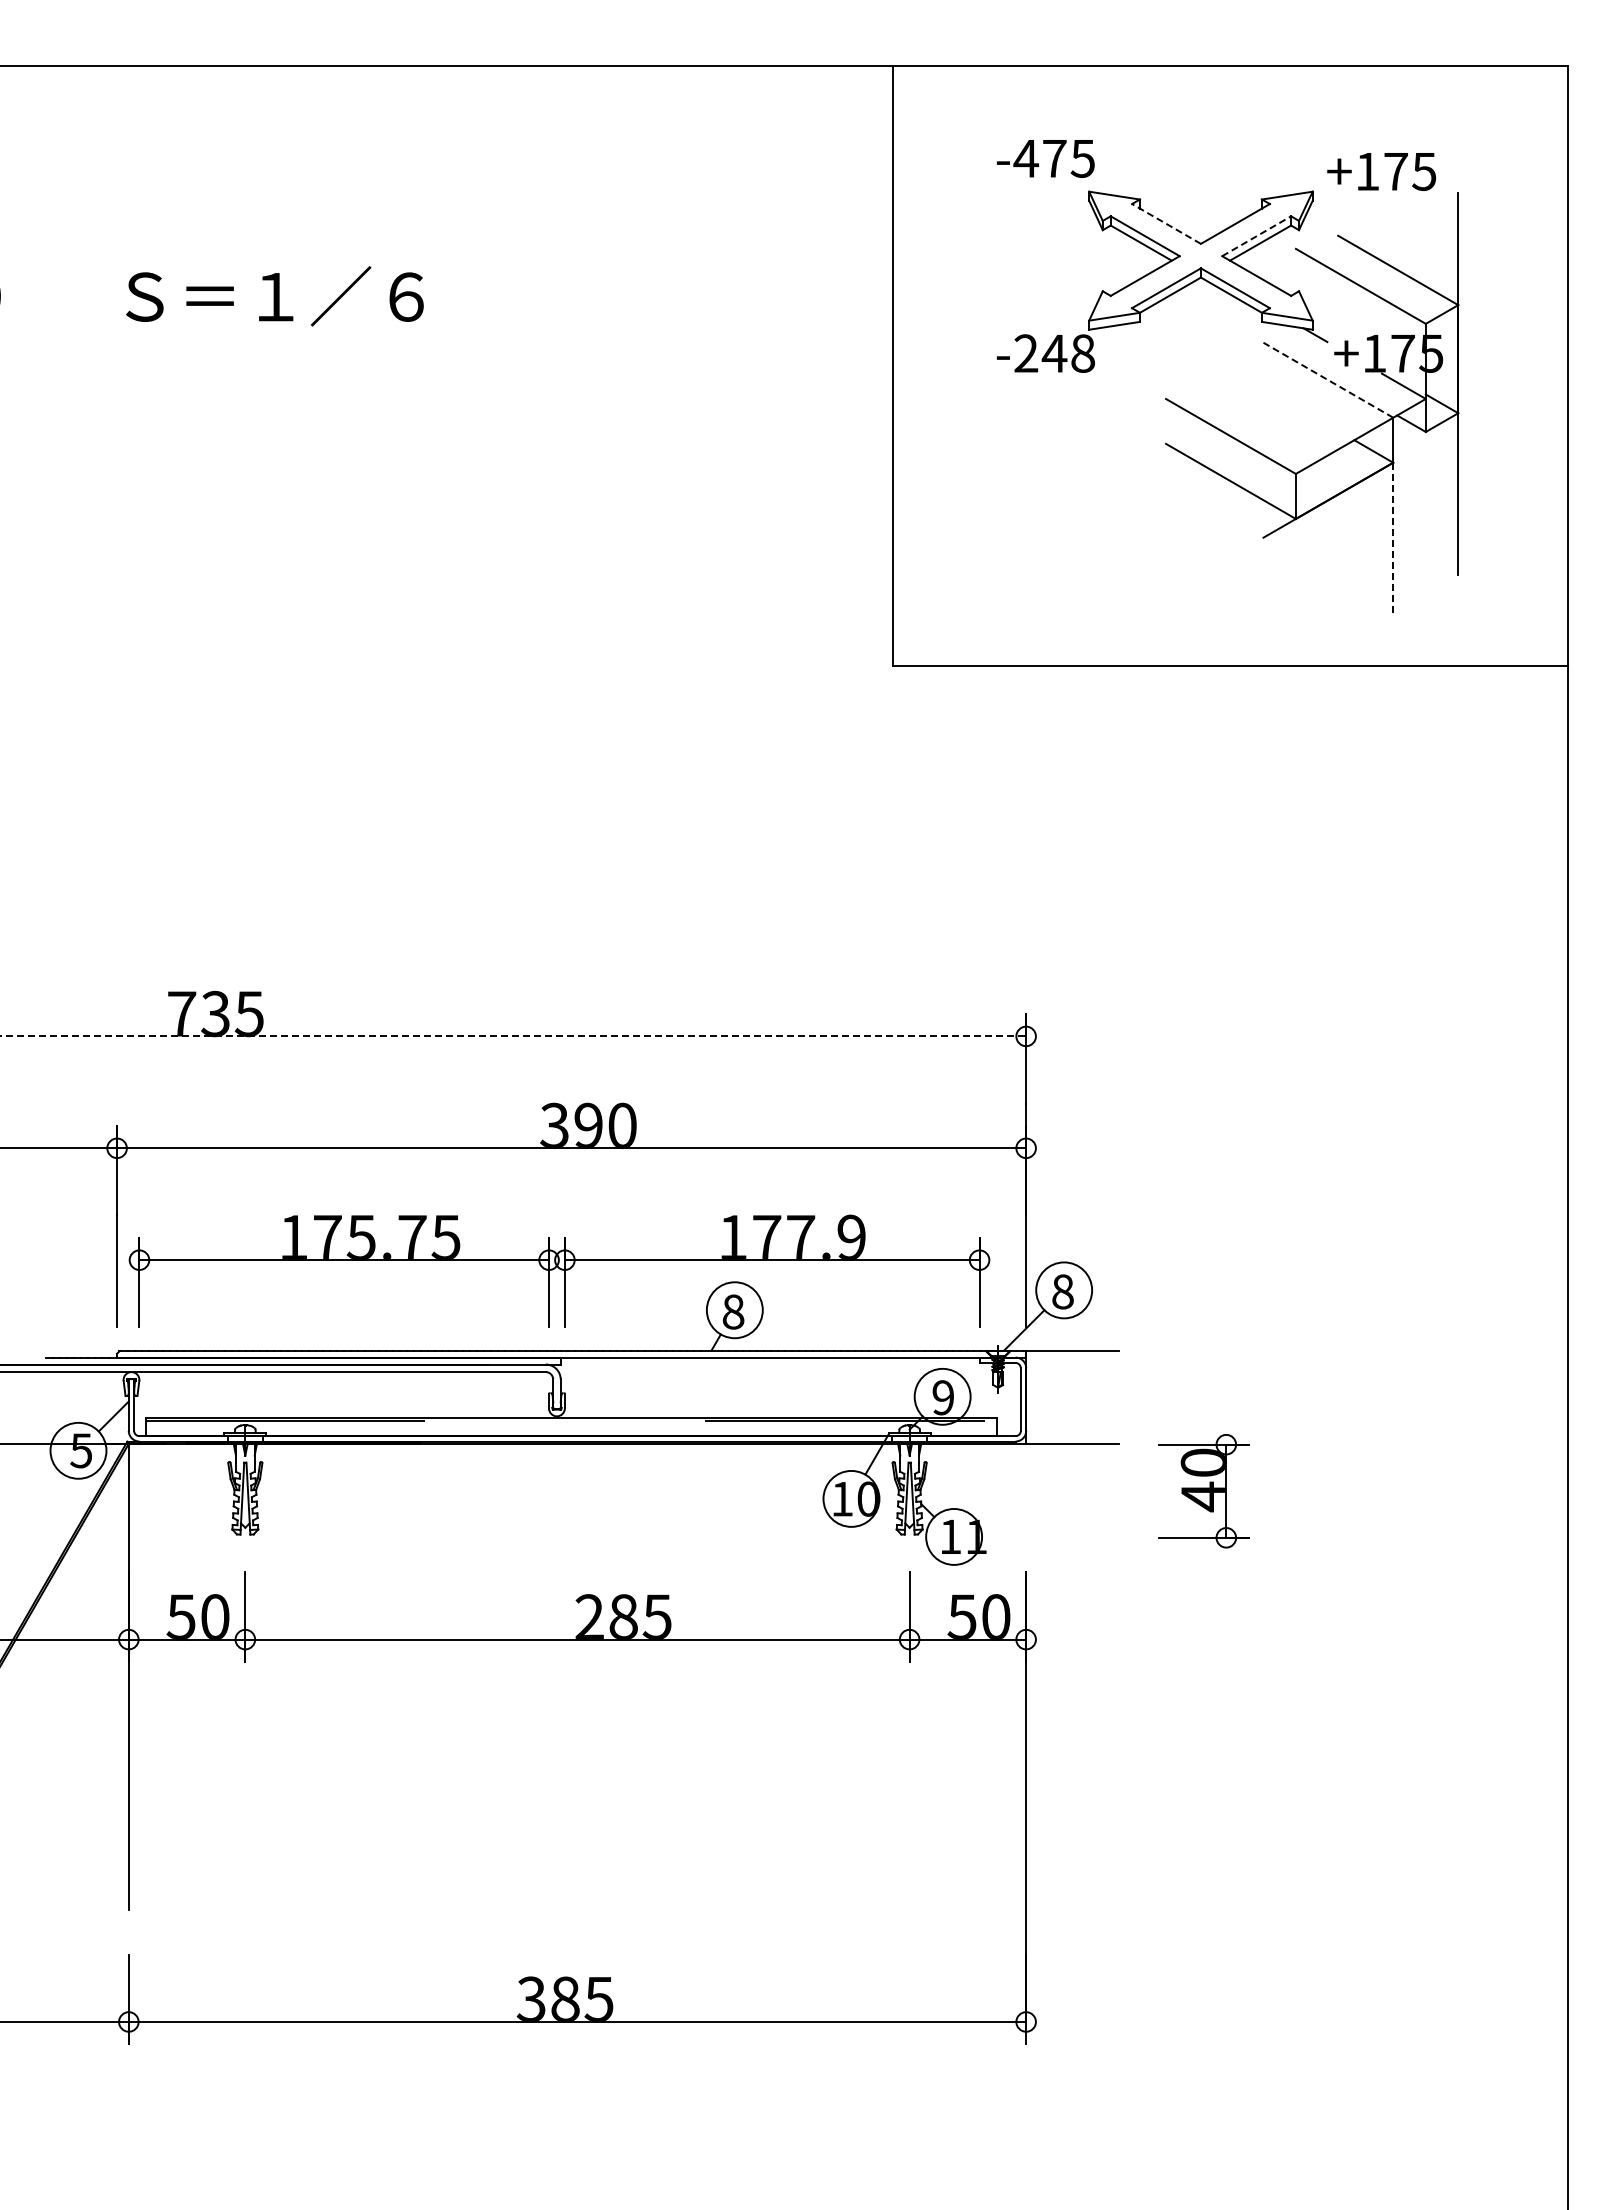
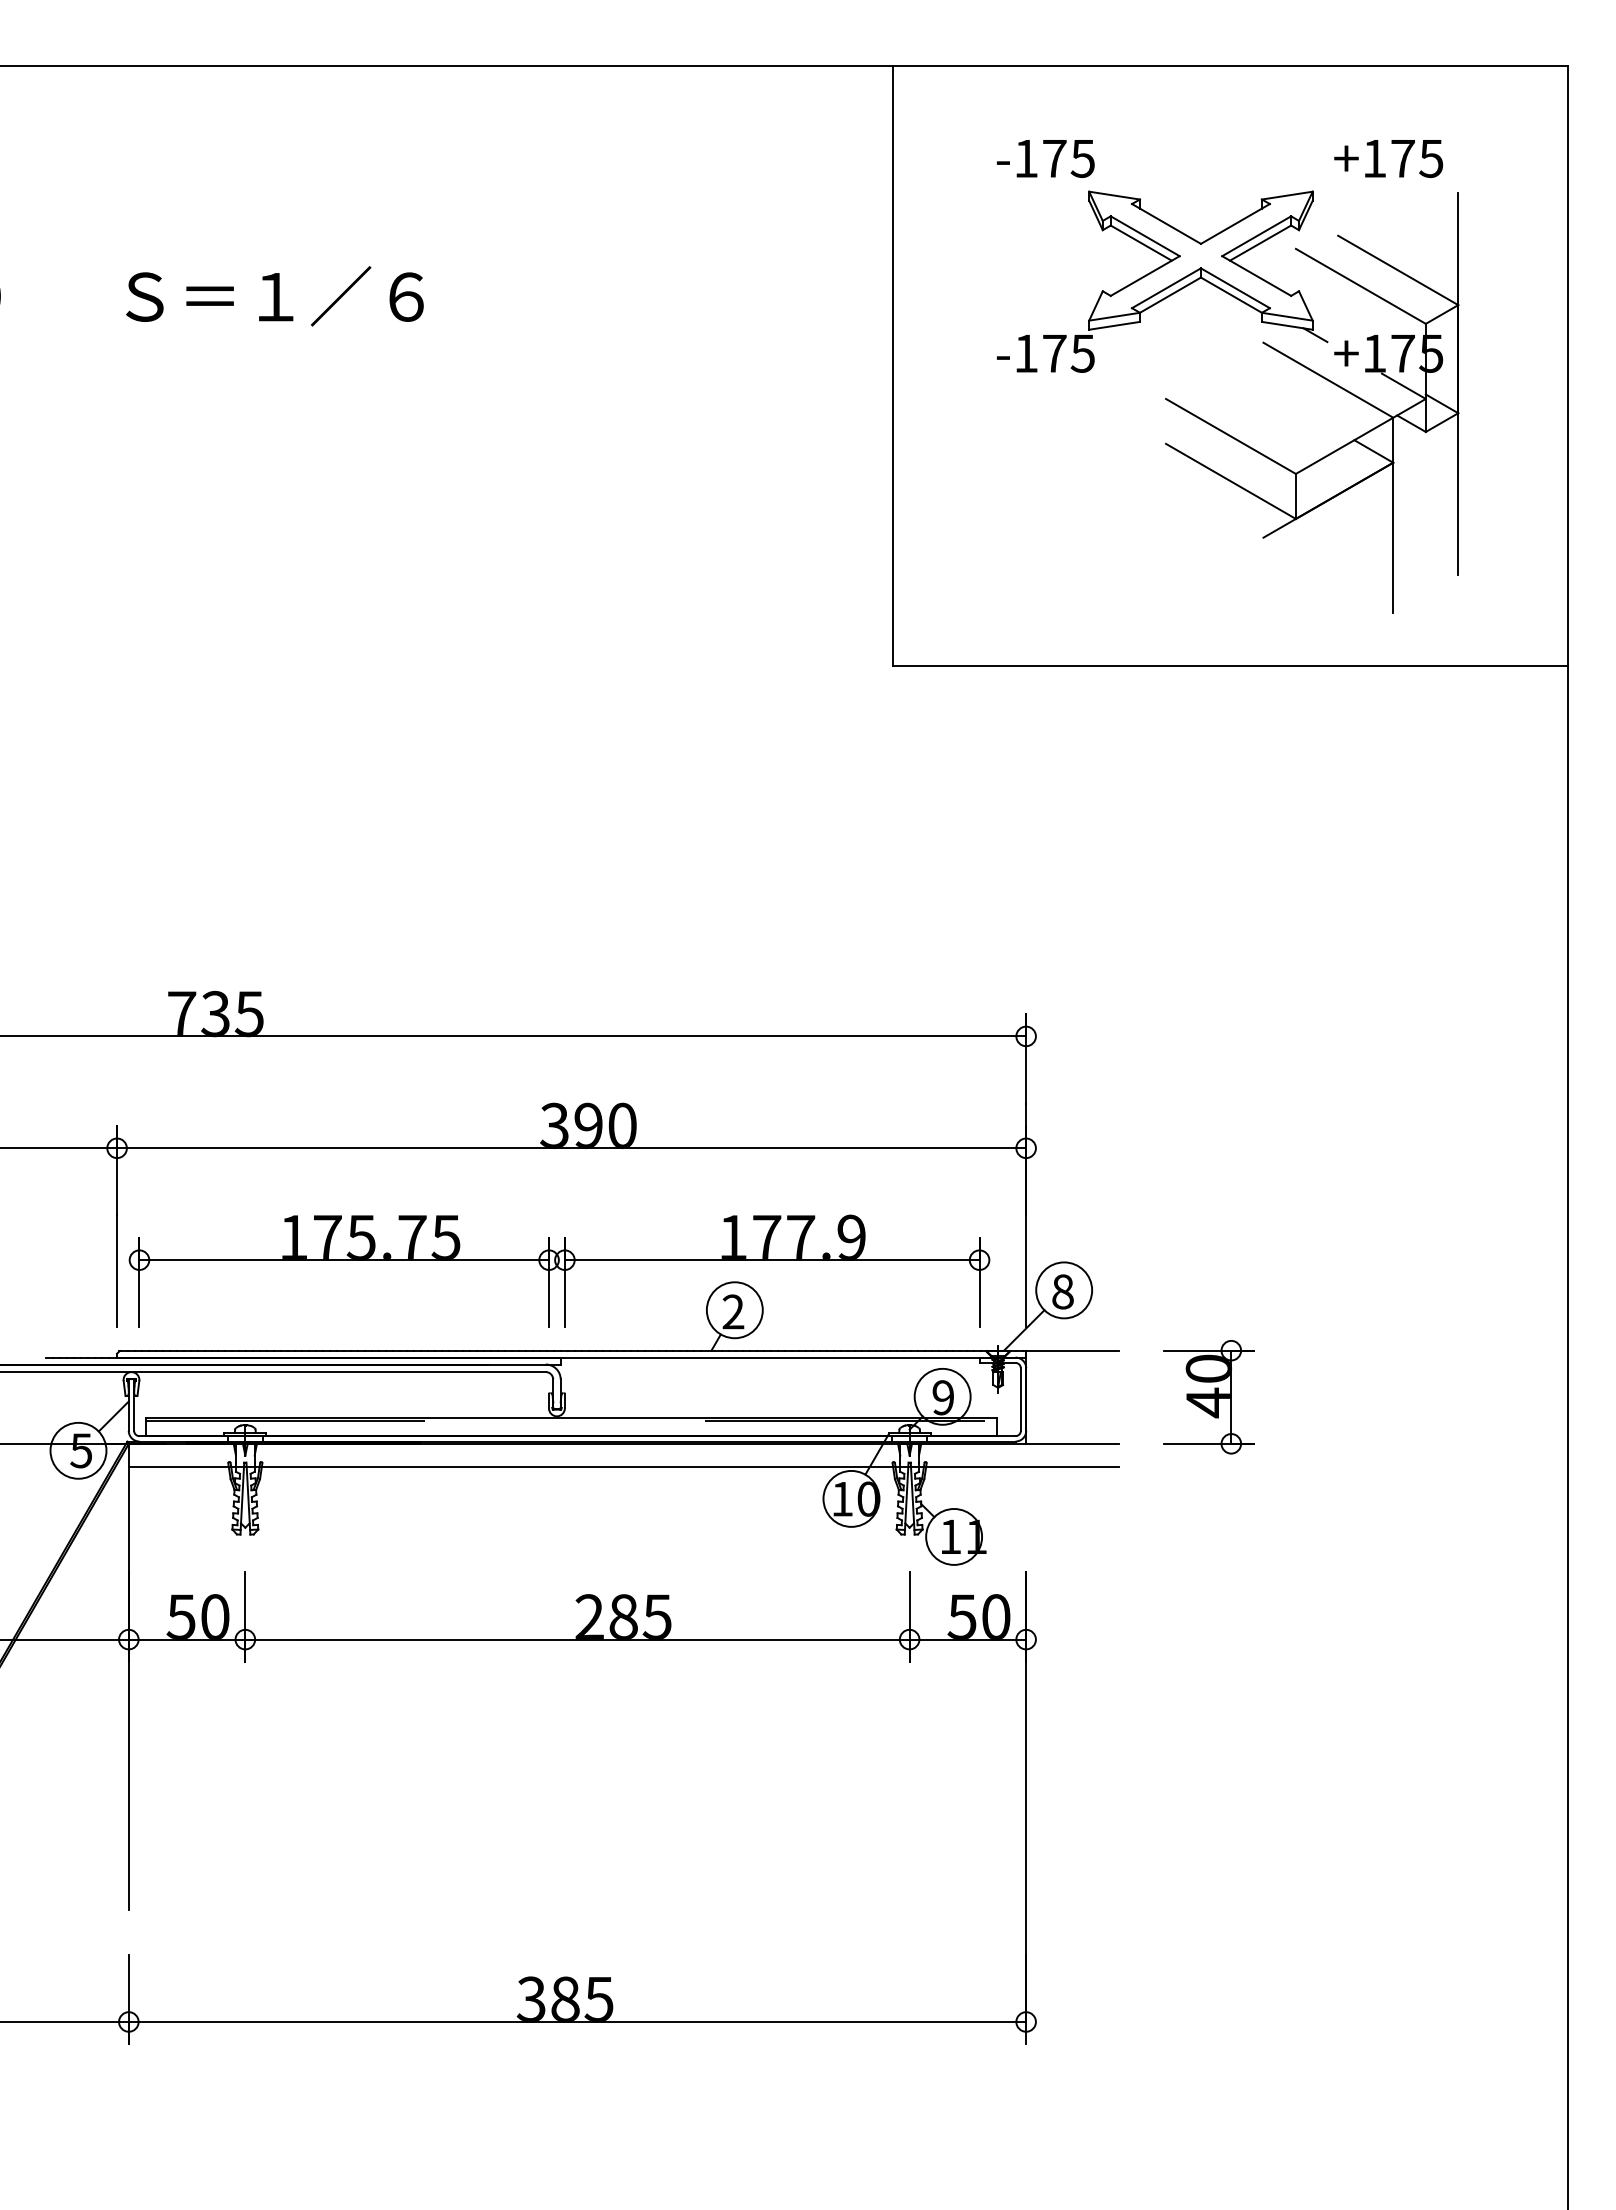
text at (1026, 158): -475 -> -175
text at (1381, 171) position: (1381, 171) -> (1388, 158)
line at (1166, 223): dashed -> solid
line at (1256, 236): dashed -> solid
text at (1054, 353): -248 -> -175
line at (1328, 380): dashed -> solid
line at (1393, 537): dashed -> solid
line at (513, 1036): dashed -> solid
text at (733, 1311): 8 -> 2
line at (623, 1467): none -> present
part at (1203, 1491) position: (1203, 1491) -> (1208, 1397)
